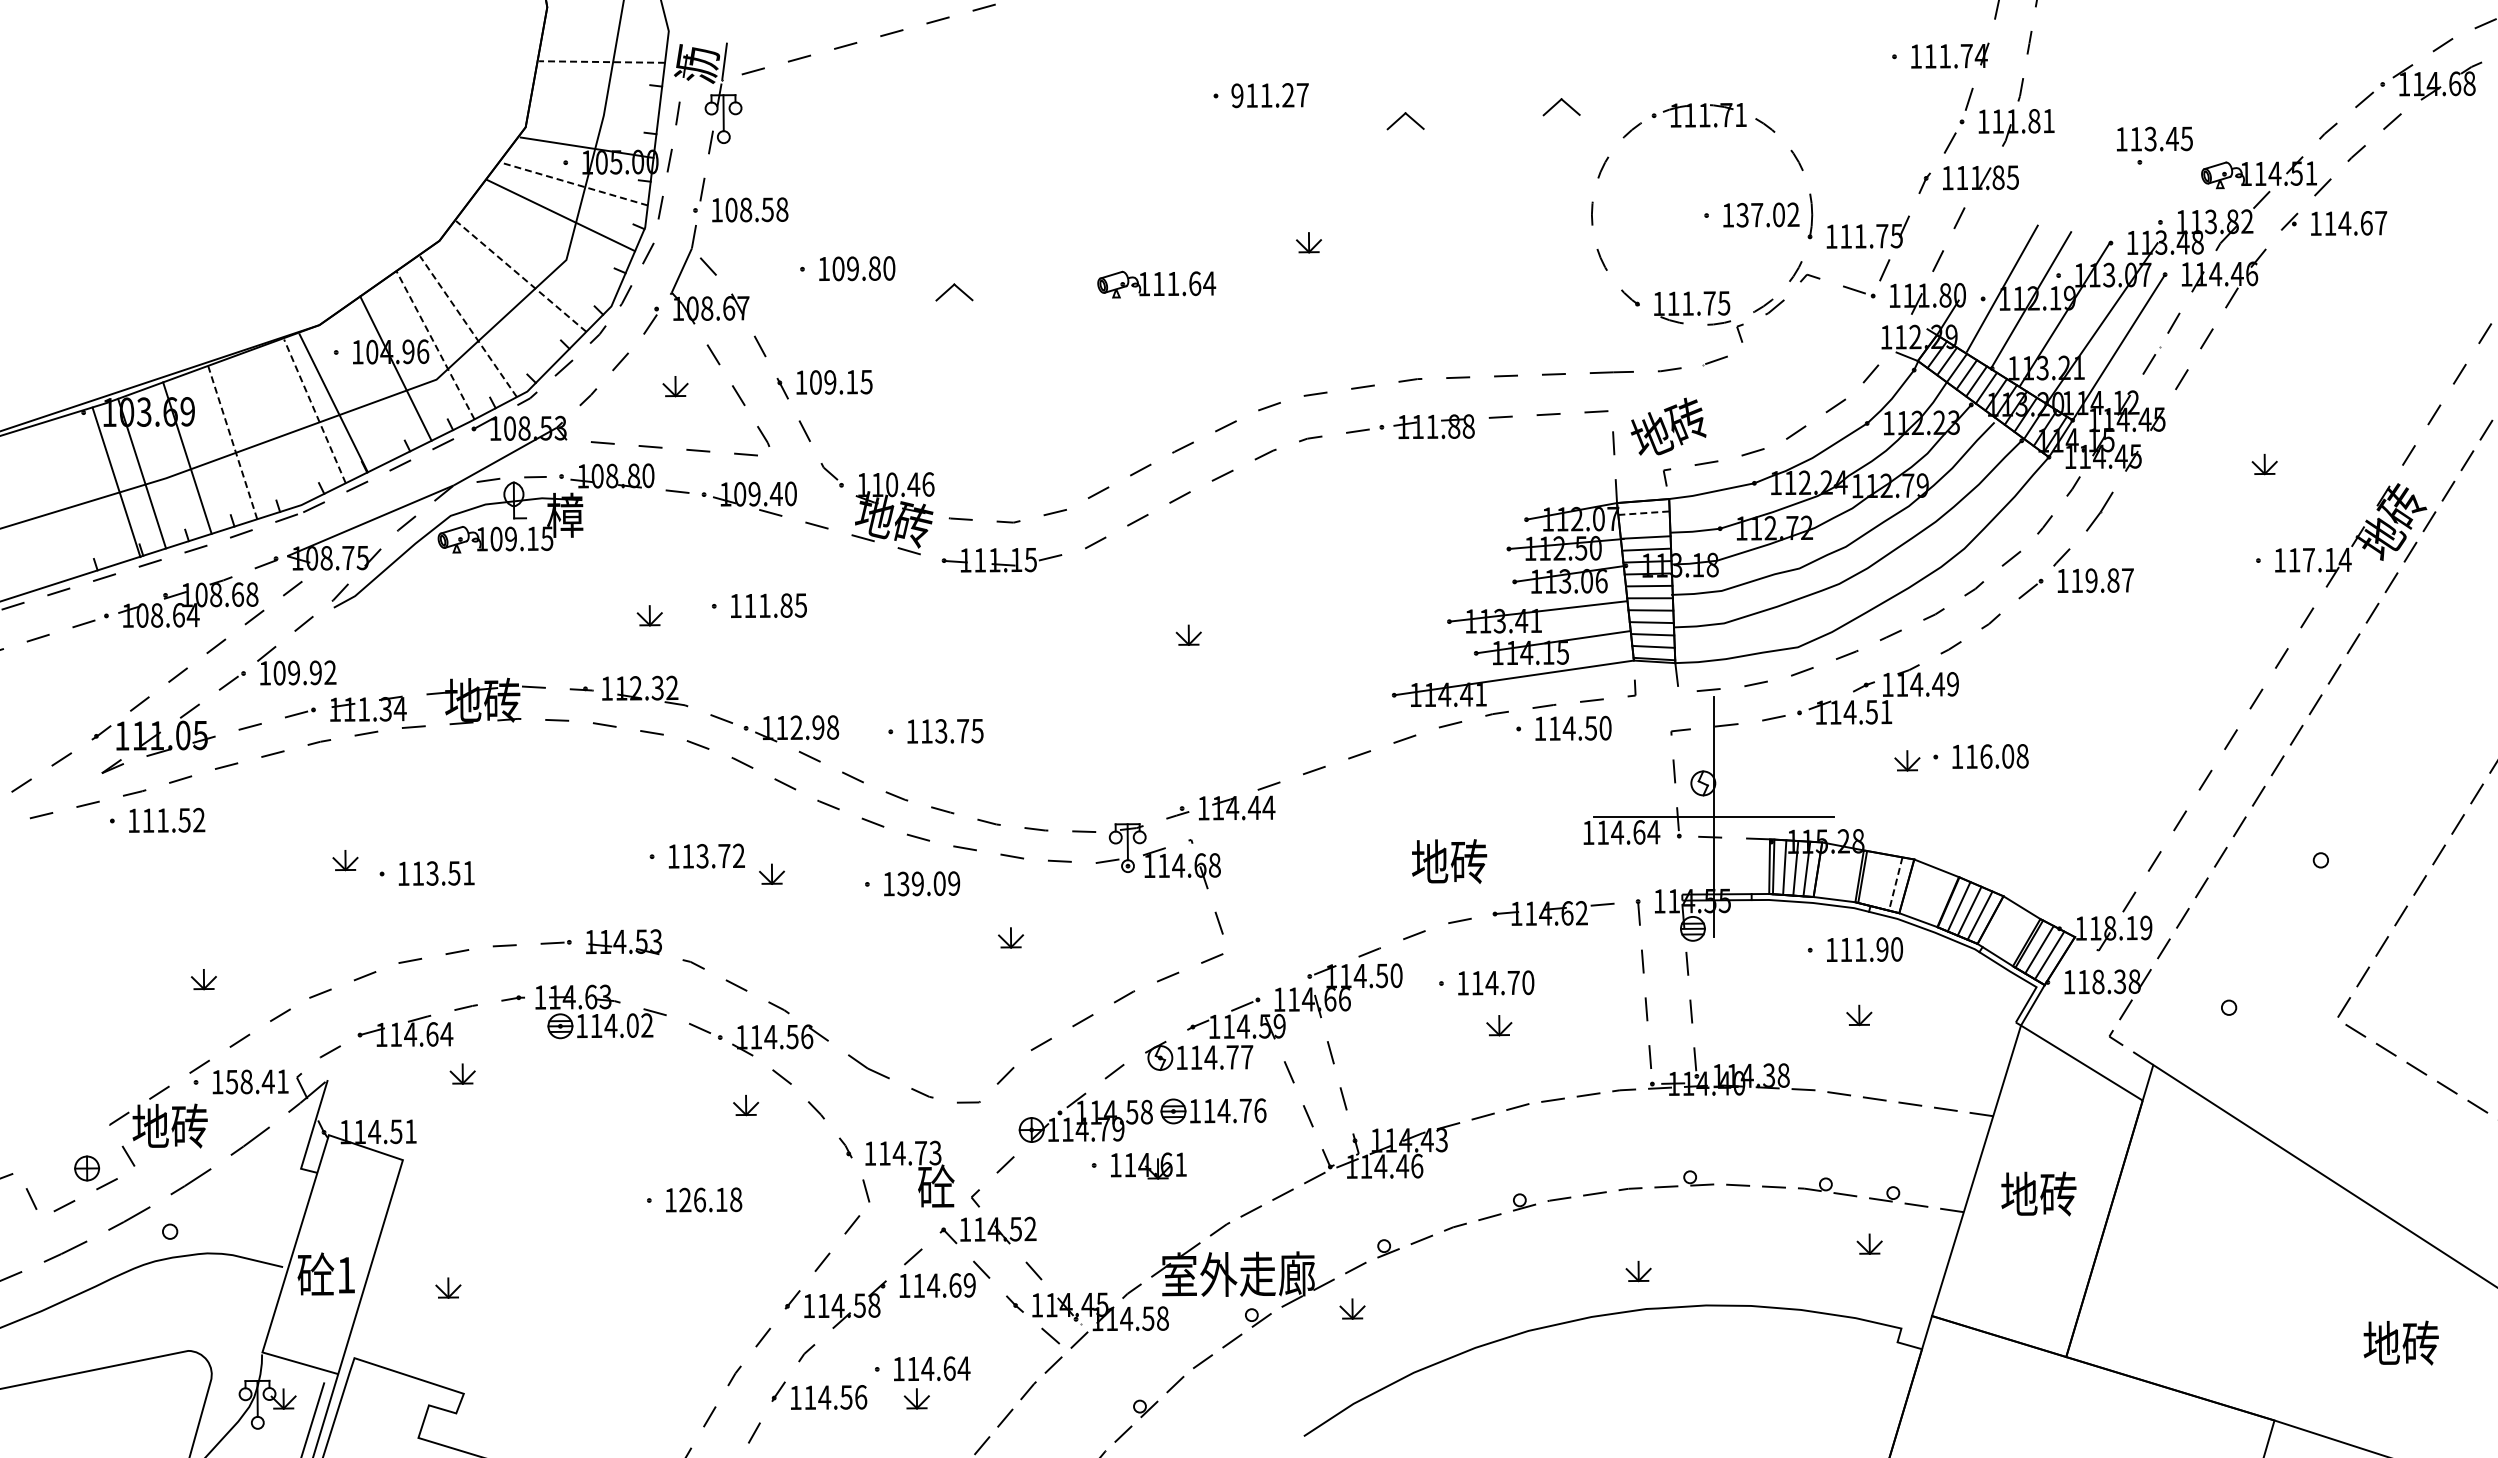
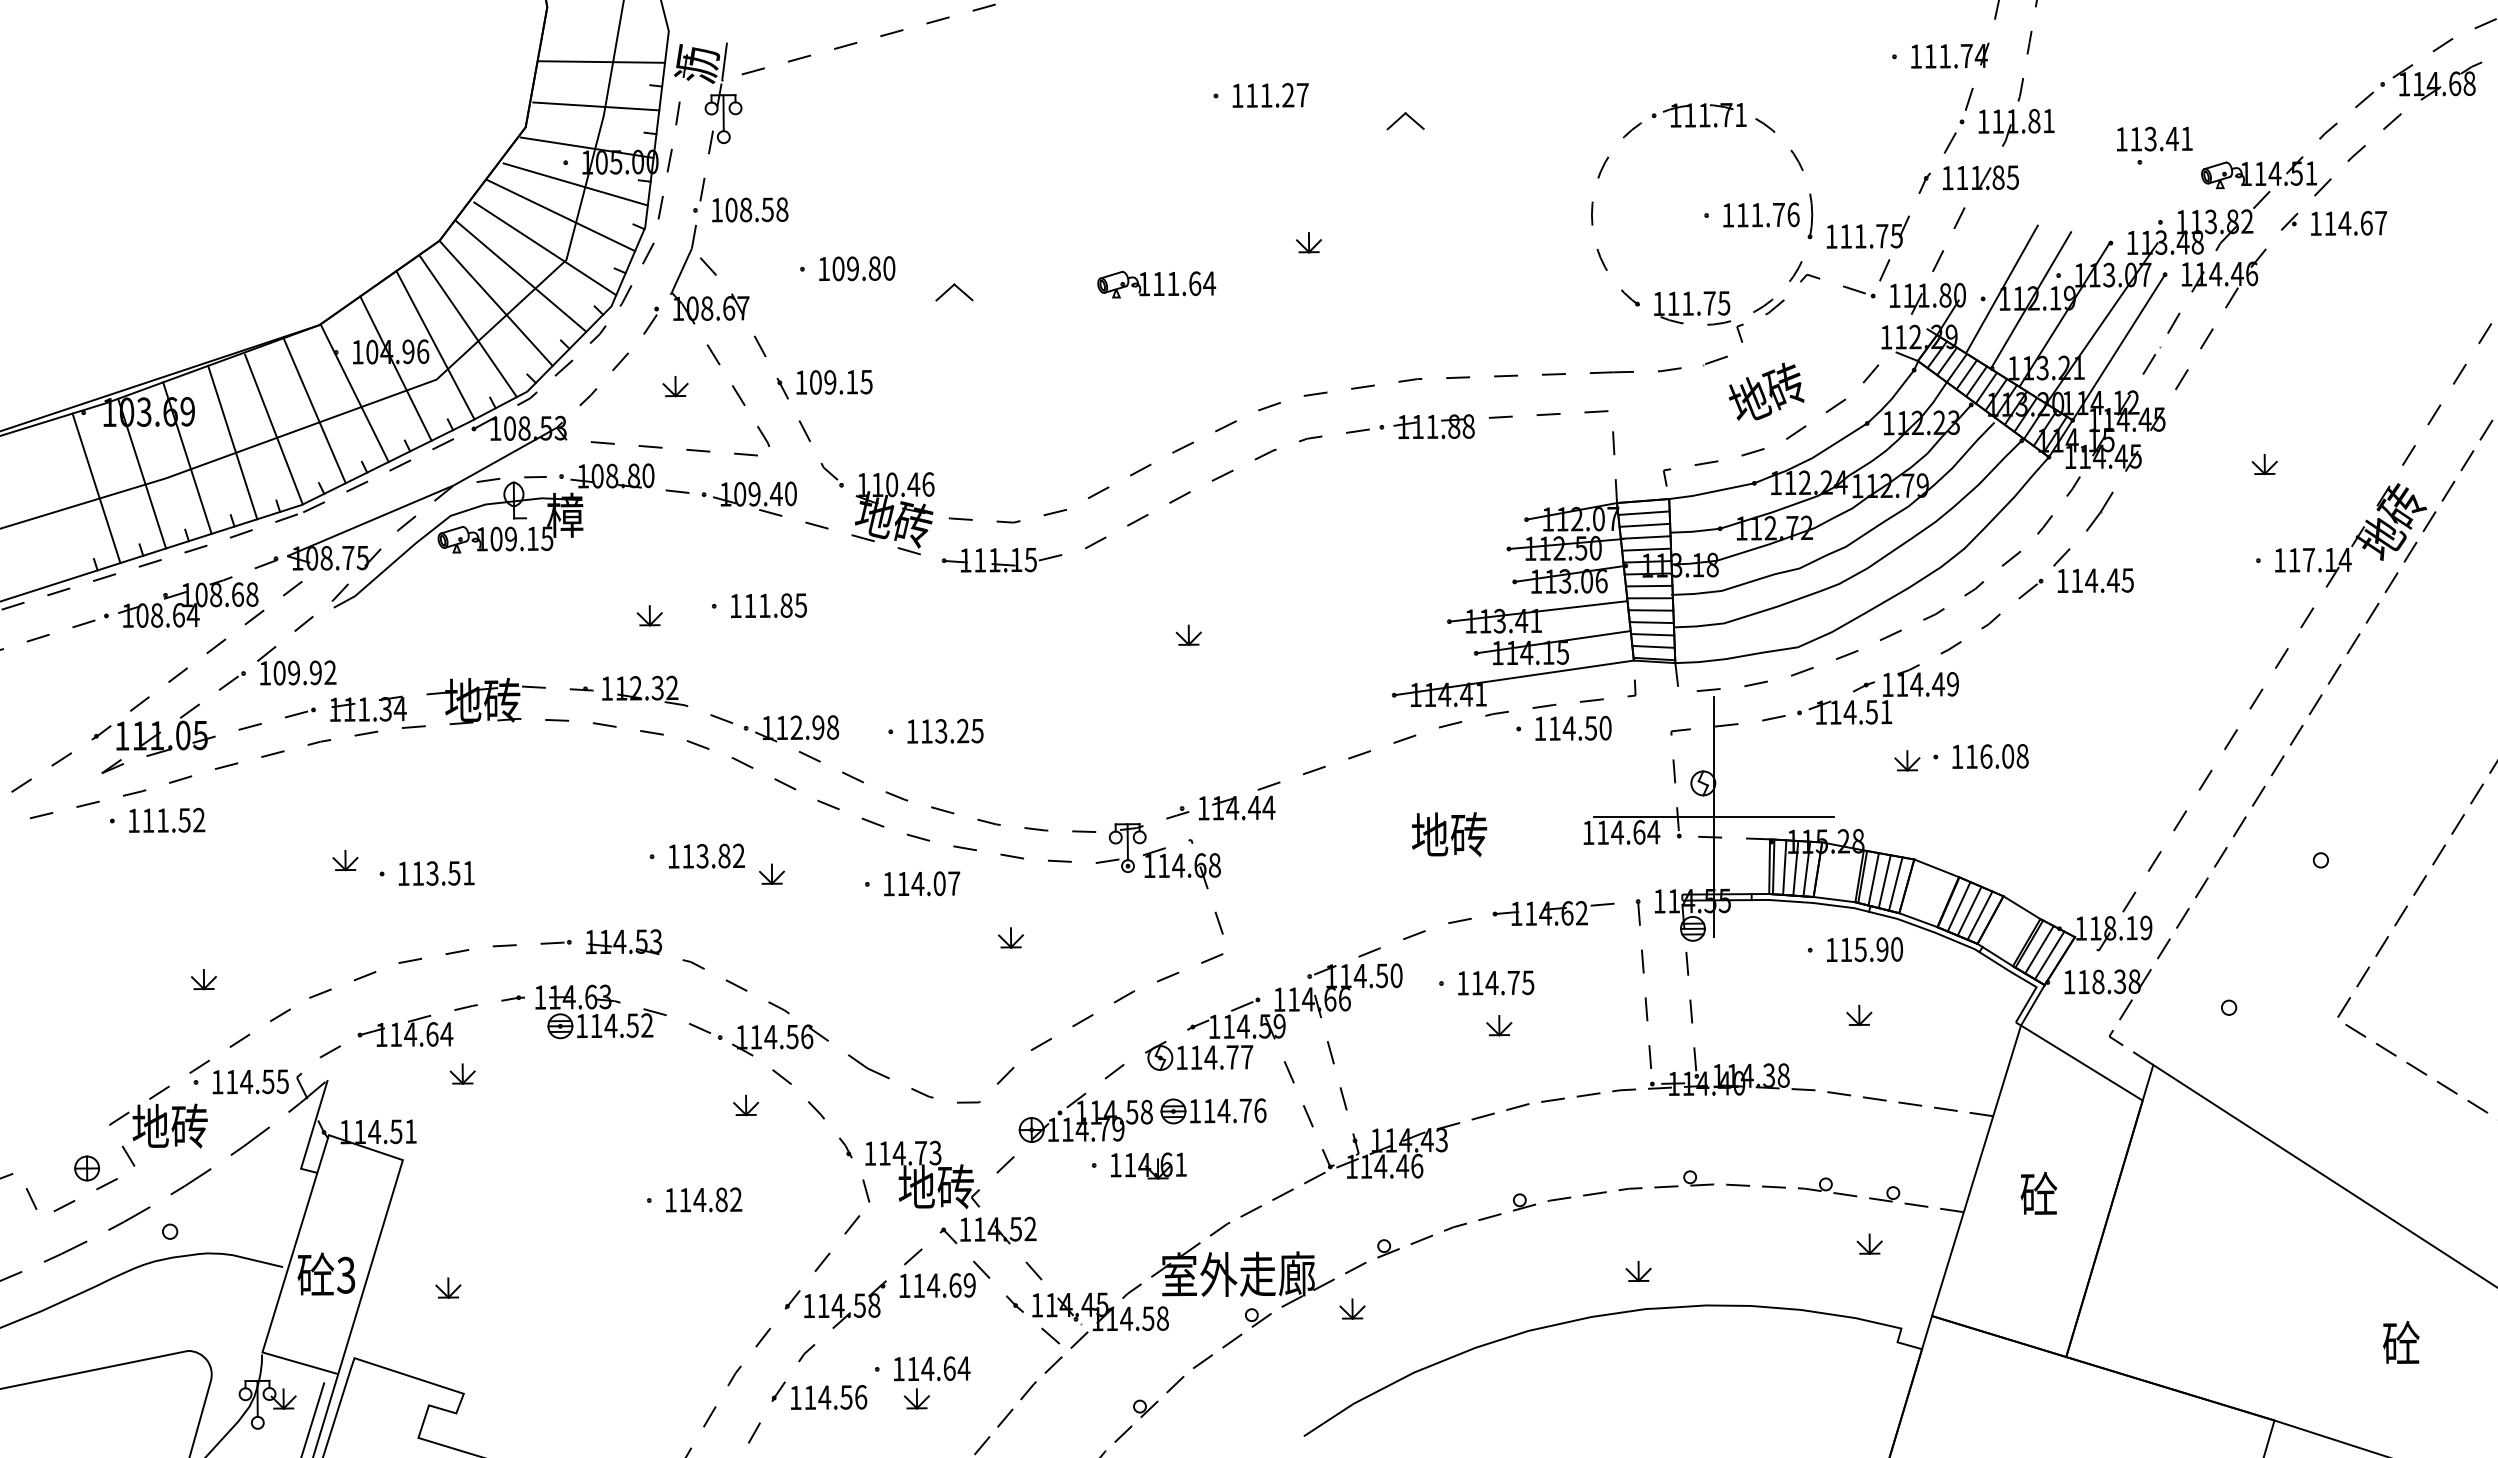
line at (602, 62): dashed -> solid
text at (1237, 95): 911.27 -> 111.27
line at (596, 106): none -> present
part at (1561, 107): present -> none
text at (2186, 138): 113.45 -> 113.41
line at (575, 184): dashed -> solid
text at (1767, 214): 137.02 -> 111.76
line at (545, 248): none -> present
line at (521, 276): dashed -> solid
line at (495, 302): none -> present
line at (468, 326): dashed -> solid
line at (435, 345): dashed -> solid
line at (333, 402) position: (333, 402) -> (354, 392)
line at (314, 410): dashed -> solid
text at (1668, 426) position: (1668, 426) -> (1766, 391)
line at (273, 429): none -> present
line at (232, 442): dashed -> solid
line at (116, 482) position: (116, 482) -> (96, 488)
line at (1643, 513): dashed -> solid
line at (1644, 524): none -> present
text at (2109, 580): 119.87 -> 114.45
text at (963, 730): 113.75 -> 113.25
text at (724, 855): 113.72 -> 113.82
text at (1449, 861) position: (1449, 861) -> (1449, 834)
line at (1873, 879): none -> present
line at (1884, 881): none -> present
text at (928, 883): 139.09 -> 114.07
line at (1895, 884): dashed -> solid
text at (1860, 949): 111.90 -> 115.90
text at (1528, 982): 114.70 -> 114.75
text at (632, 1025): 114.02 -> 114.52
text at (256, 1081): 158.41 -> 114.55
text at (935, 1186): 砼 -> 地砖
text at (2038, 1193): 地砖 -> 砼
text at (710, 1199): 126.18 -> 114.82
text at (346, 1274): 1 -> 3
text at (2400, 1342): 地砖 -> 砼
